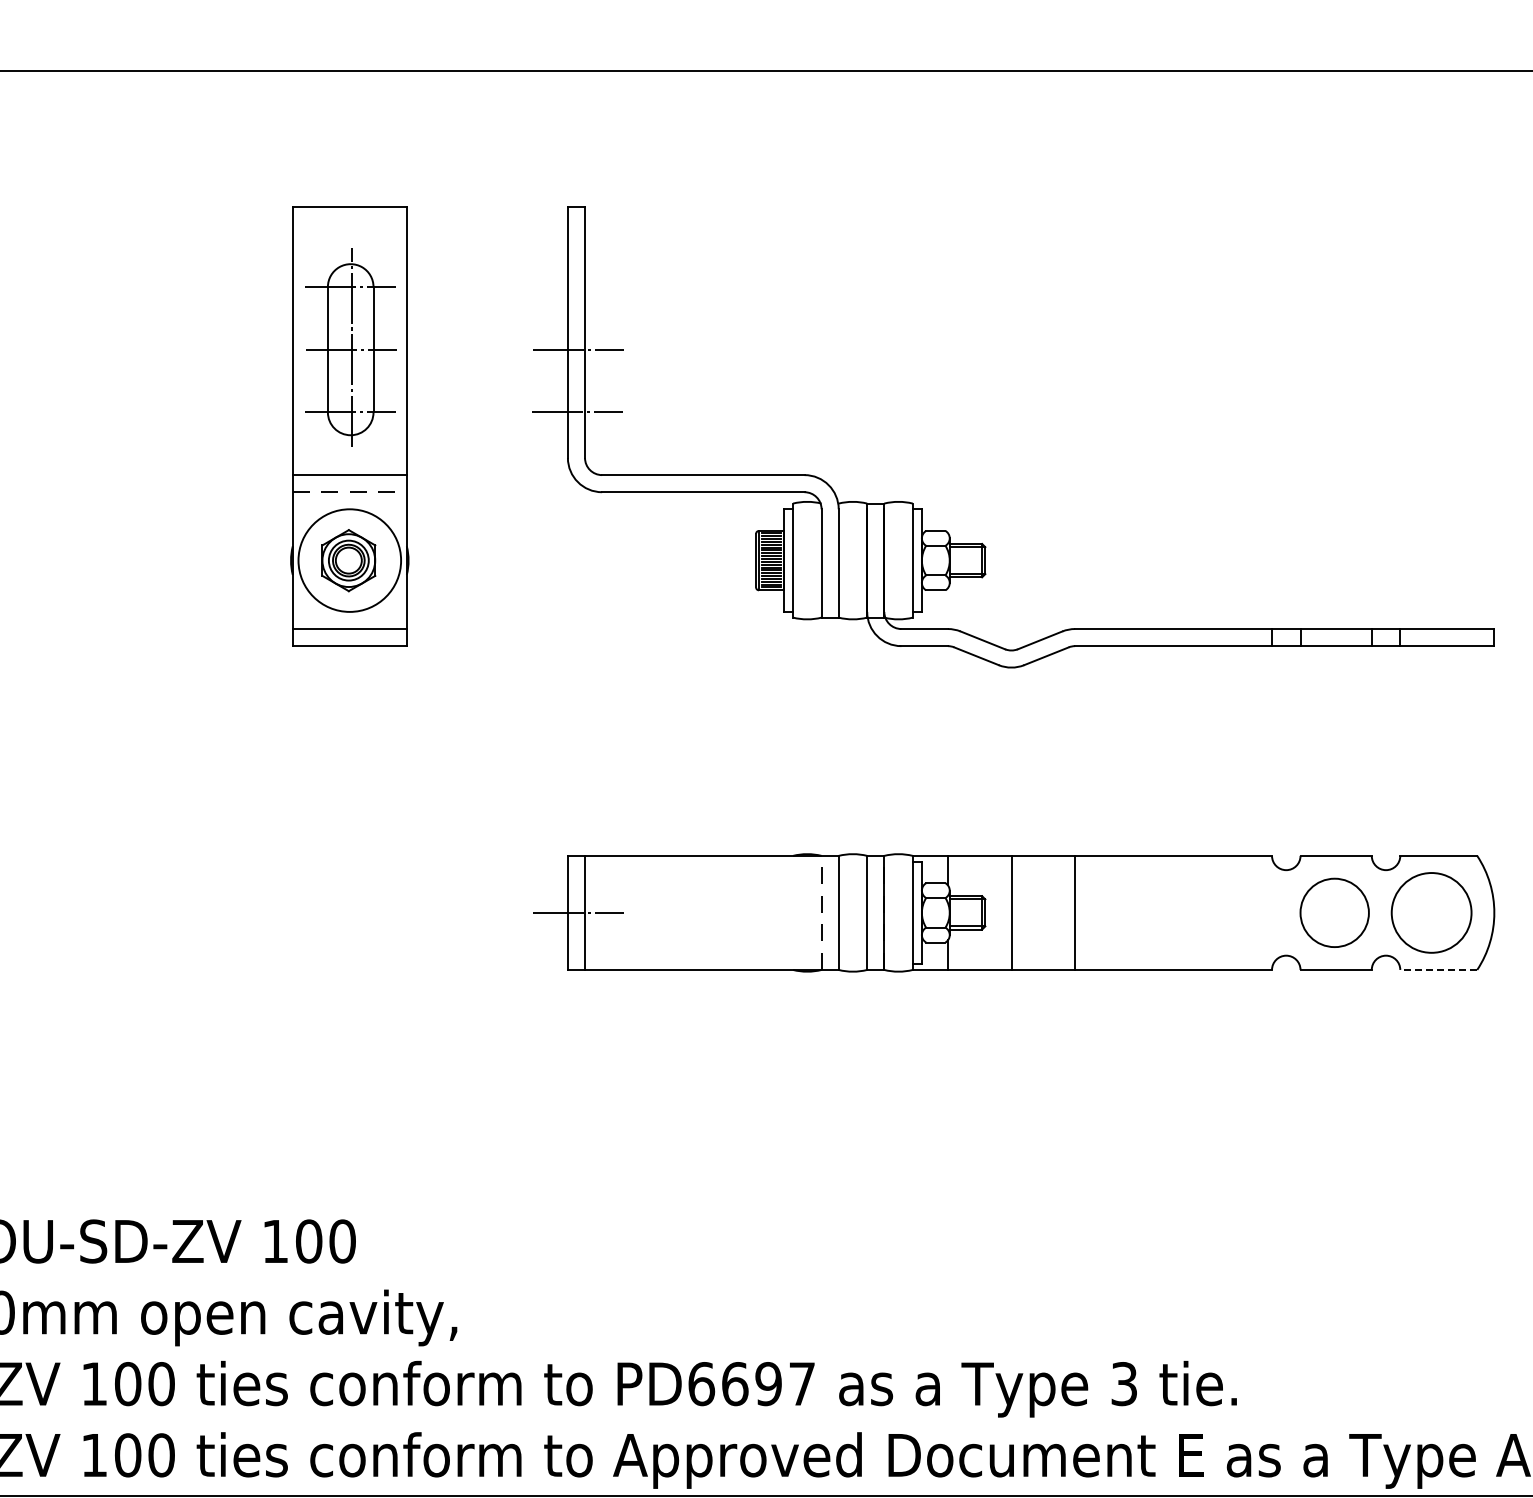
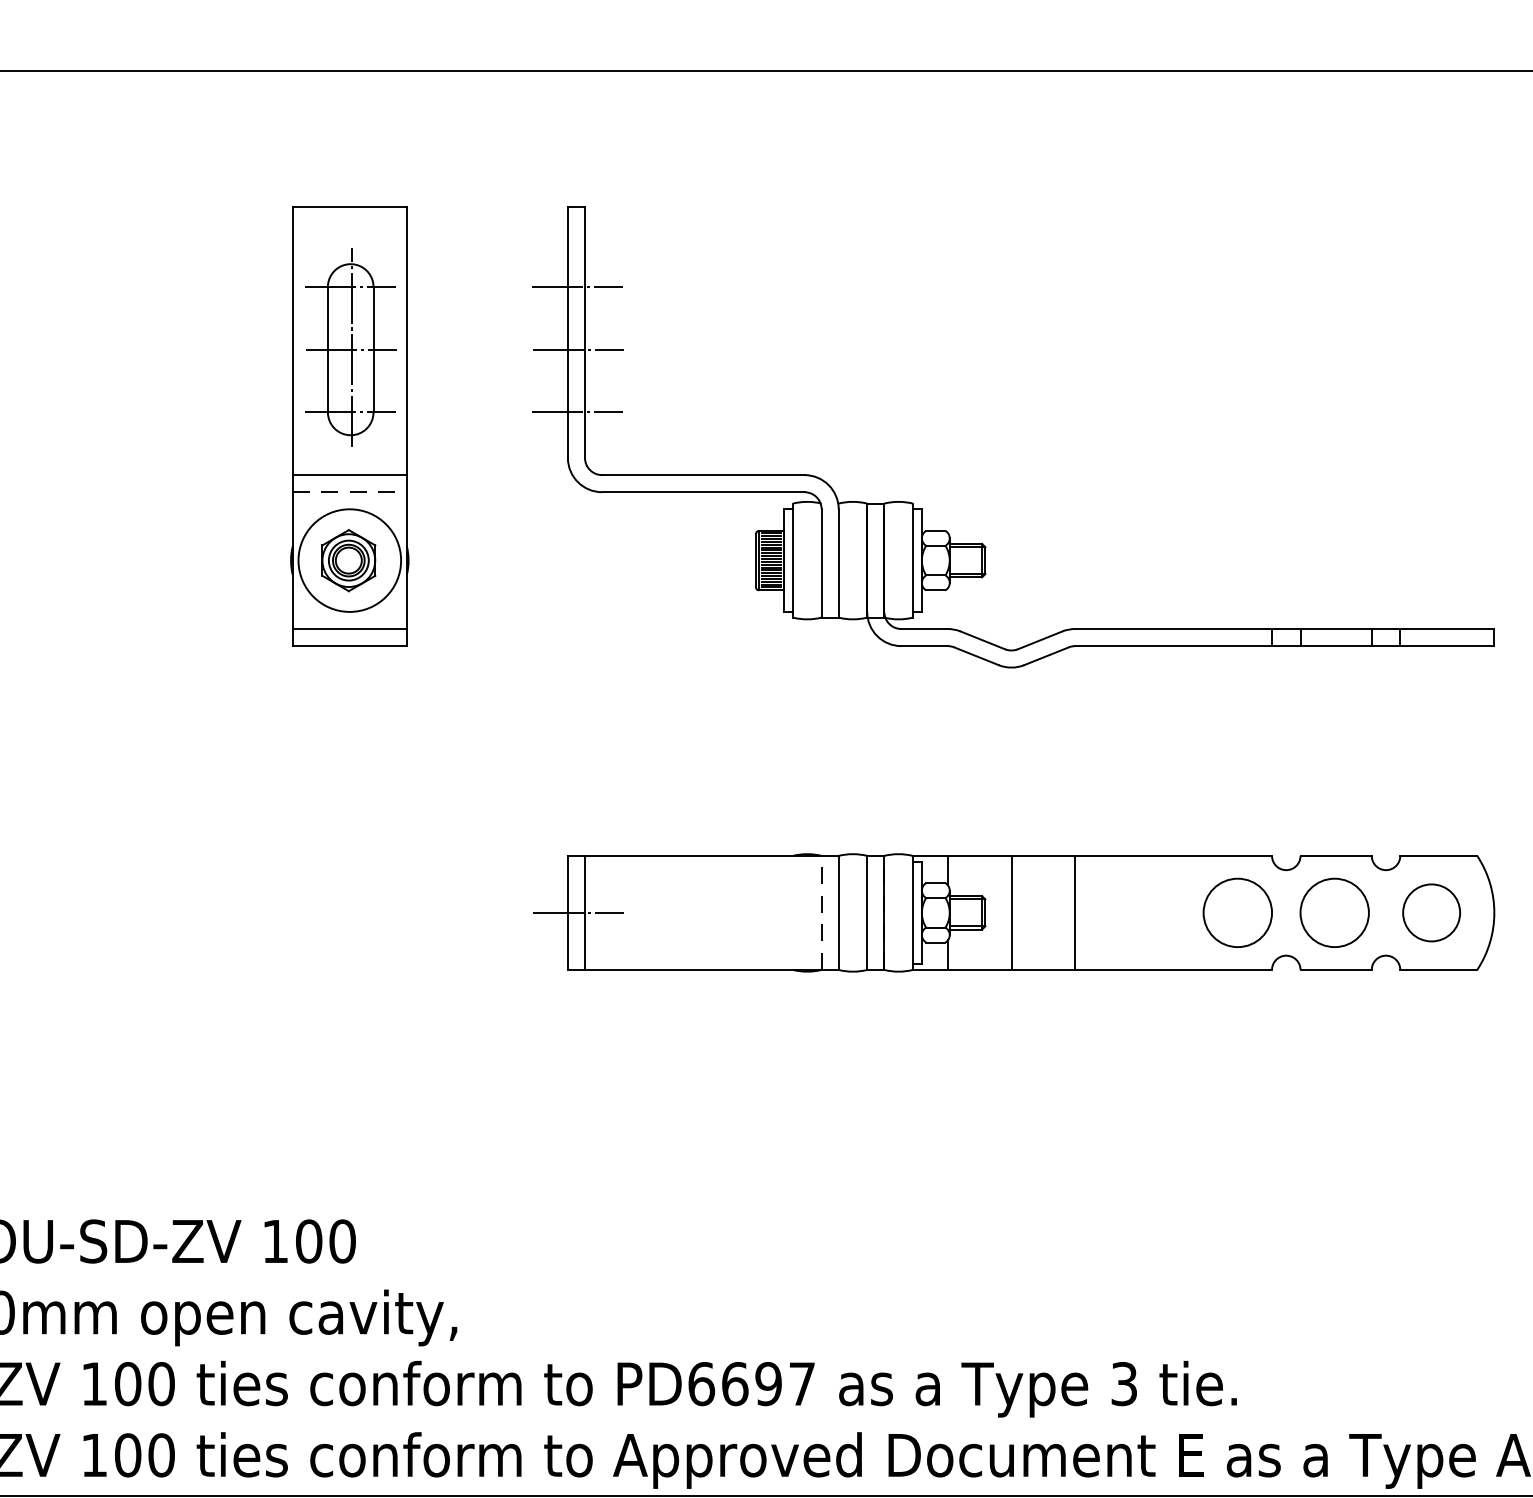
line at (577, 286): none -> present
circle at (1237, 912): none -> present
circle at (1431, 912) diameter: 80 px -> 57 px
line at (1438, 969): dashed -> solid
